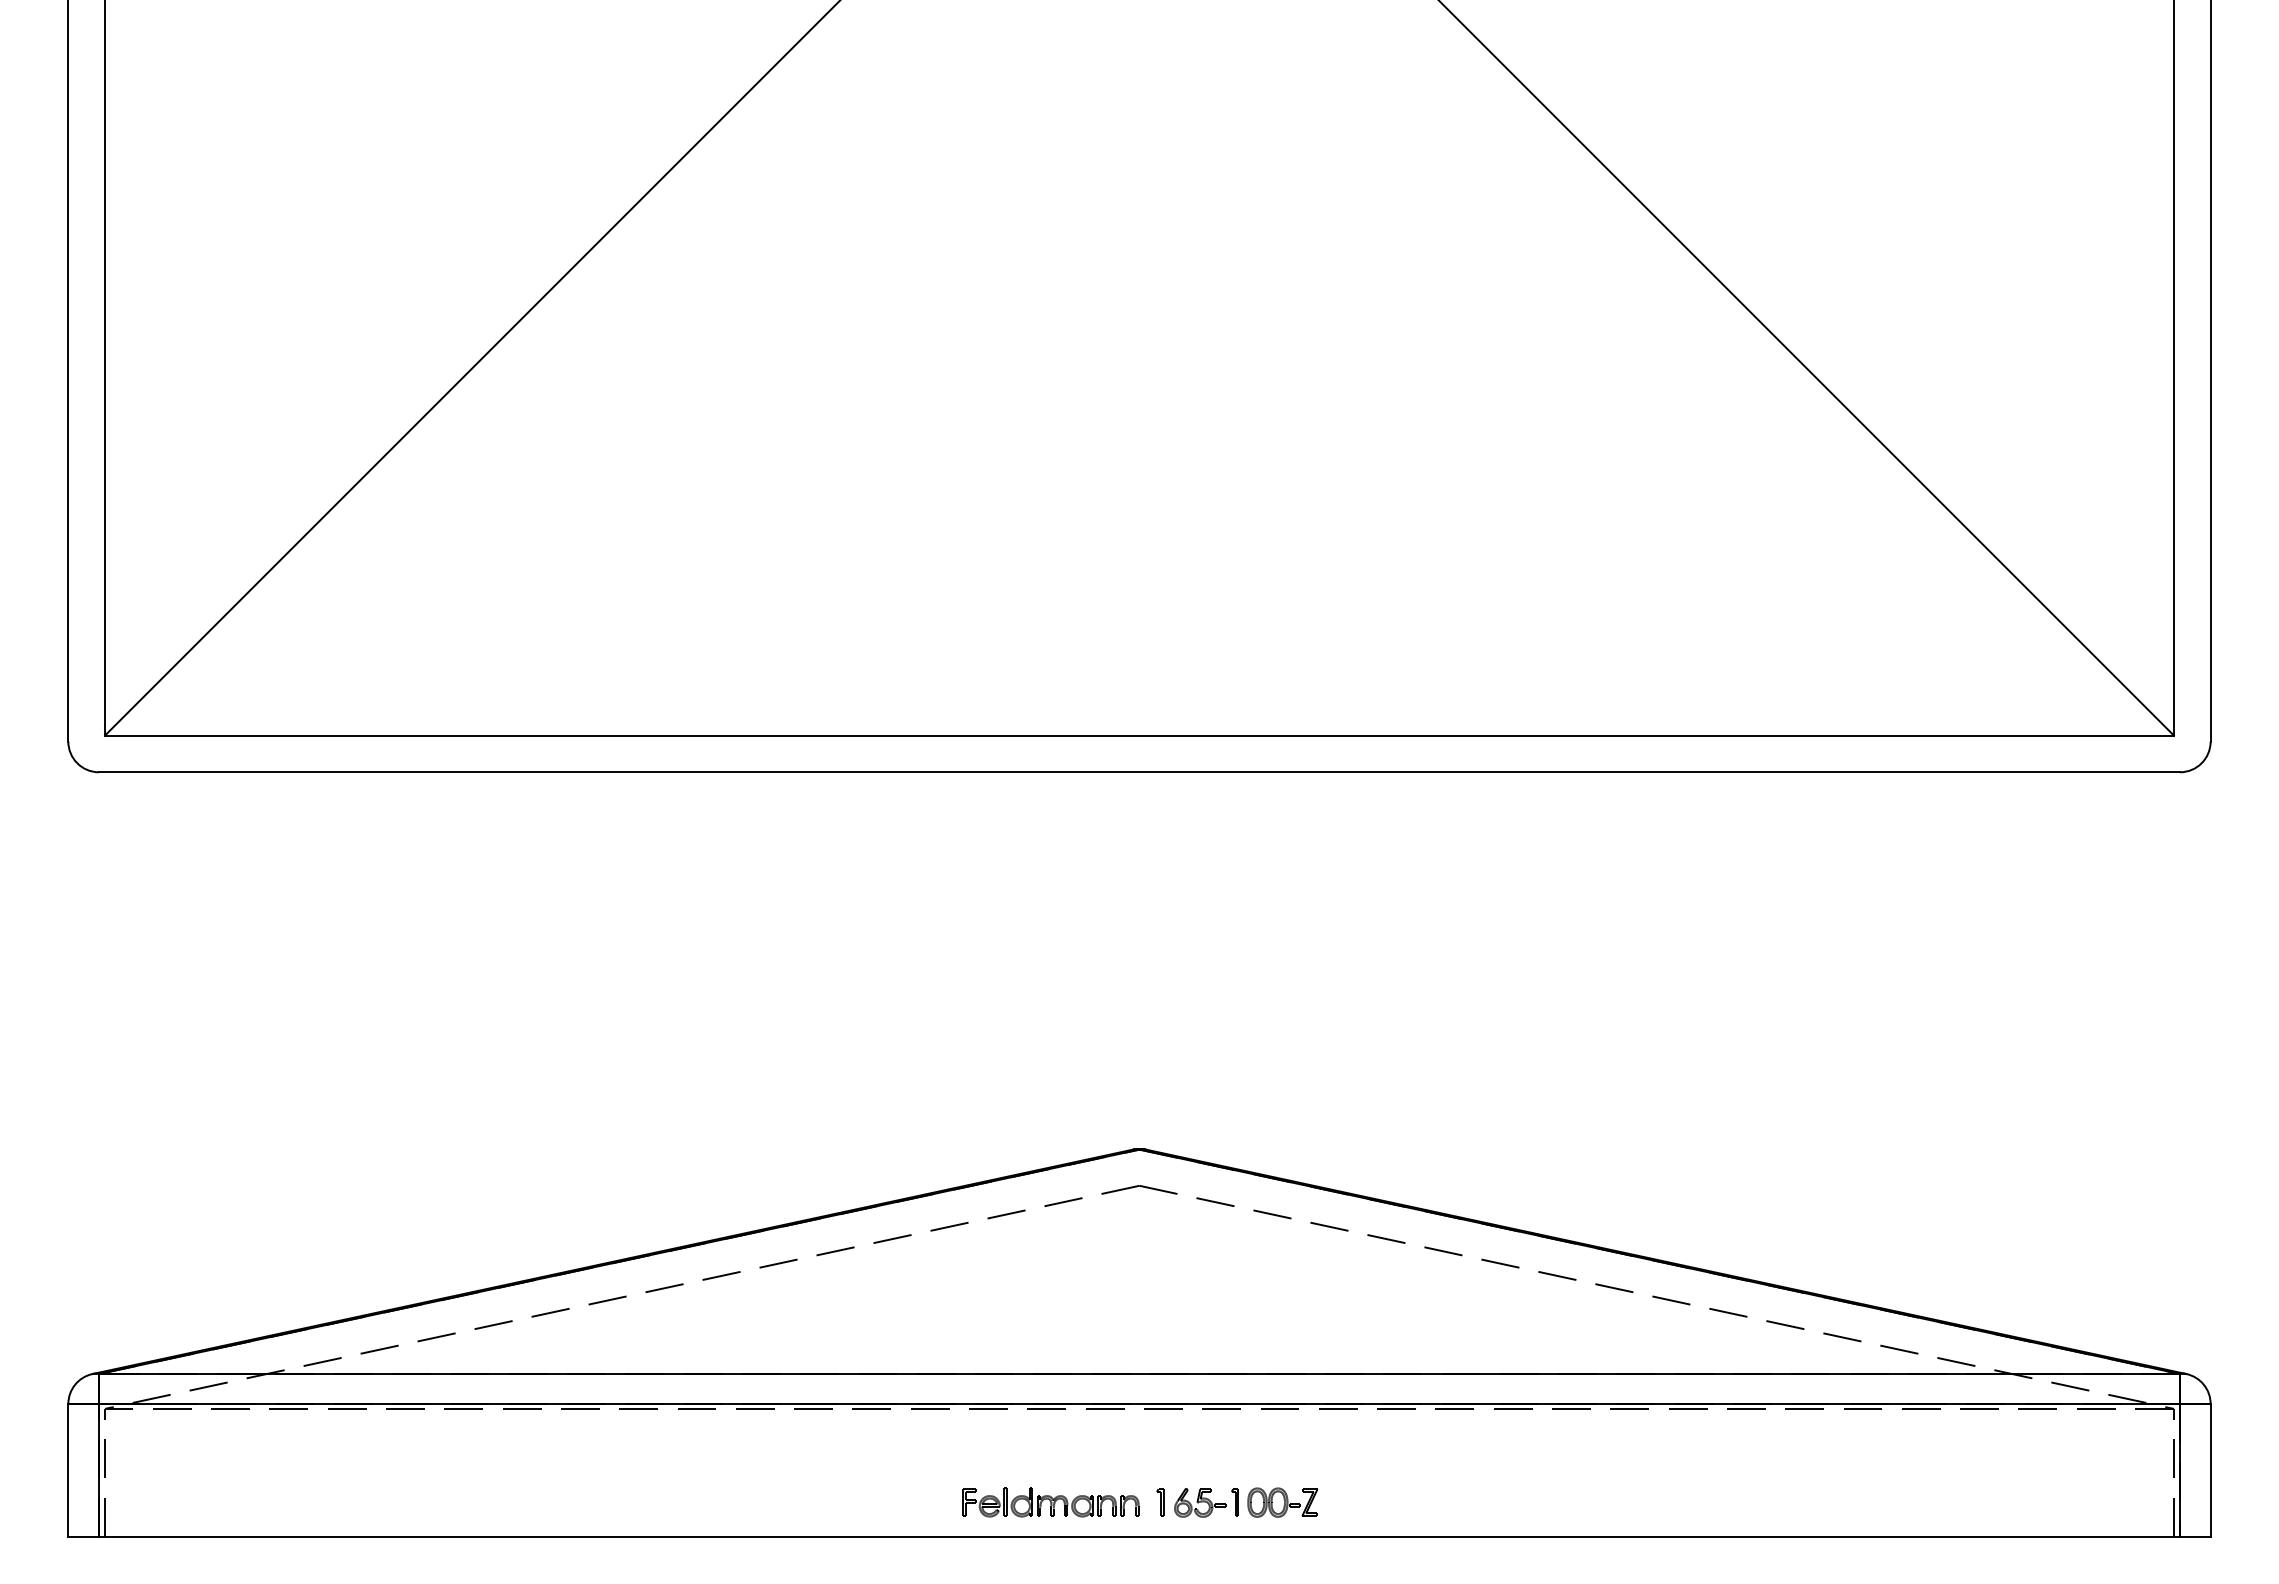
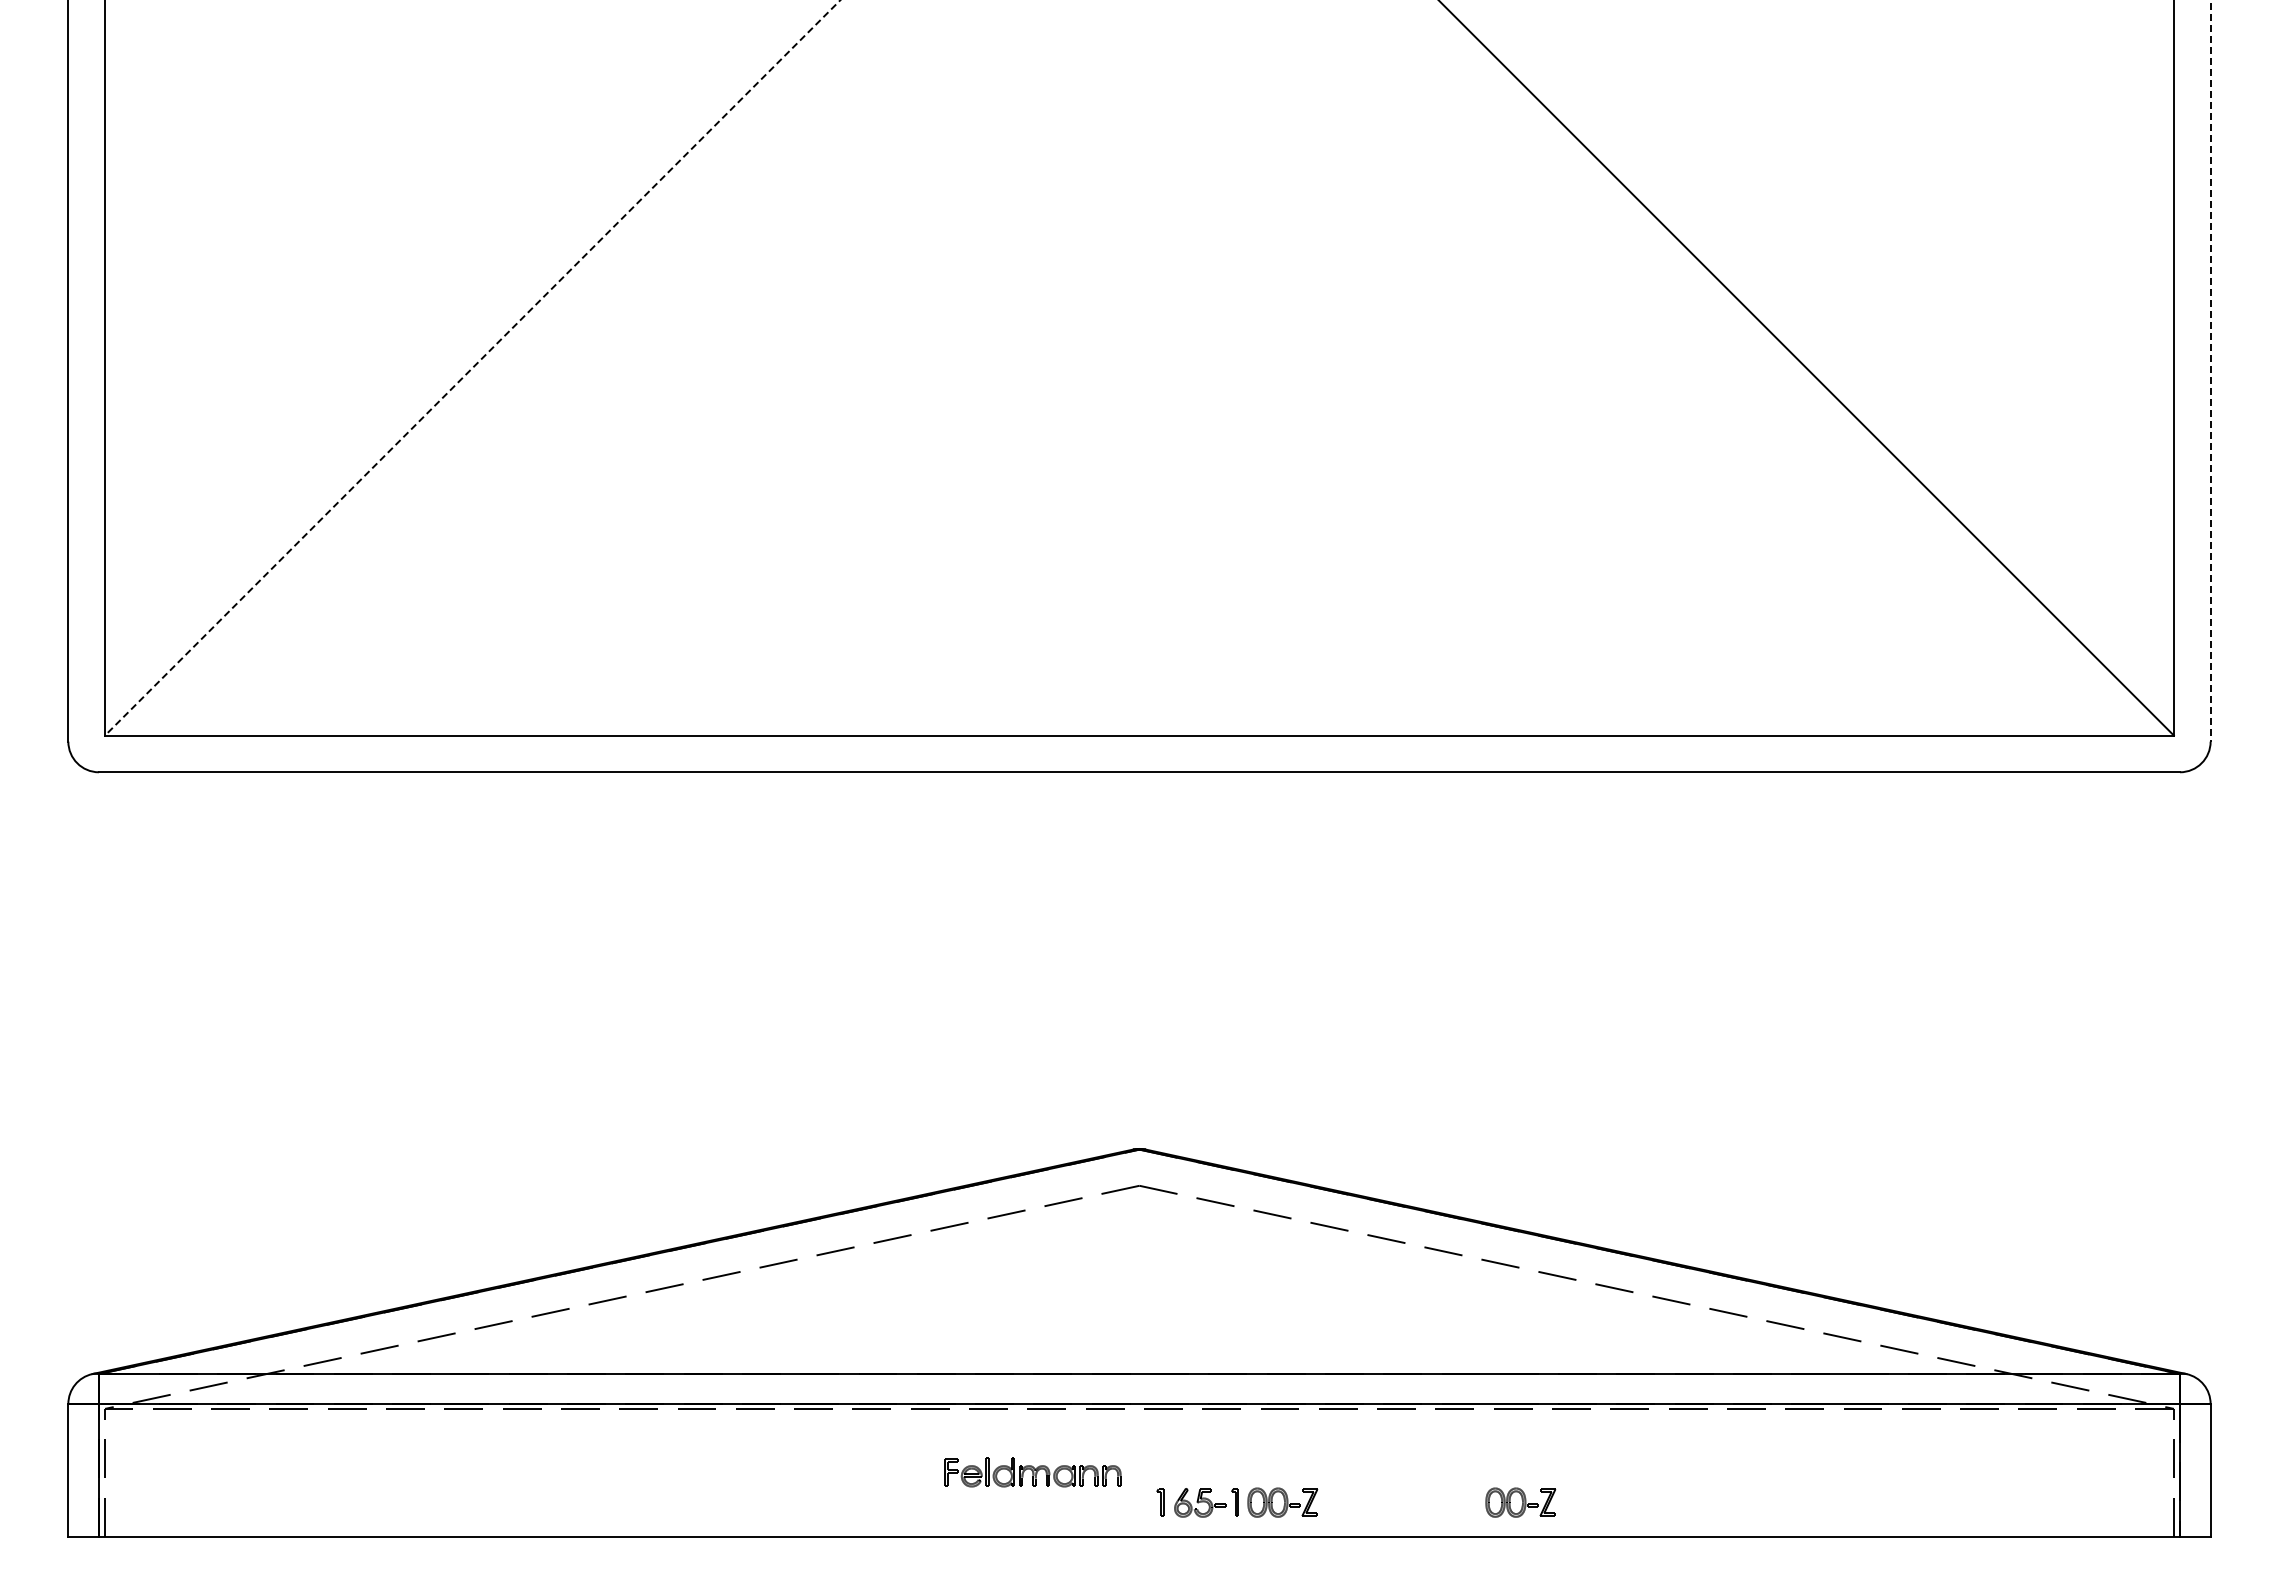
line at (472, 367): solid -> dashed
line at (2210, 370): solid -> dashed
part at (1050, 1502) position: (1050, 1502) -> (1032, 1472)
part at (1520, 1502): none -> present
